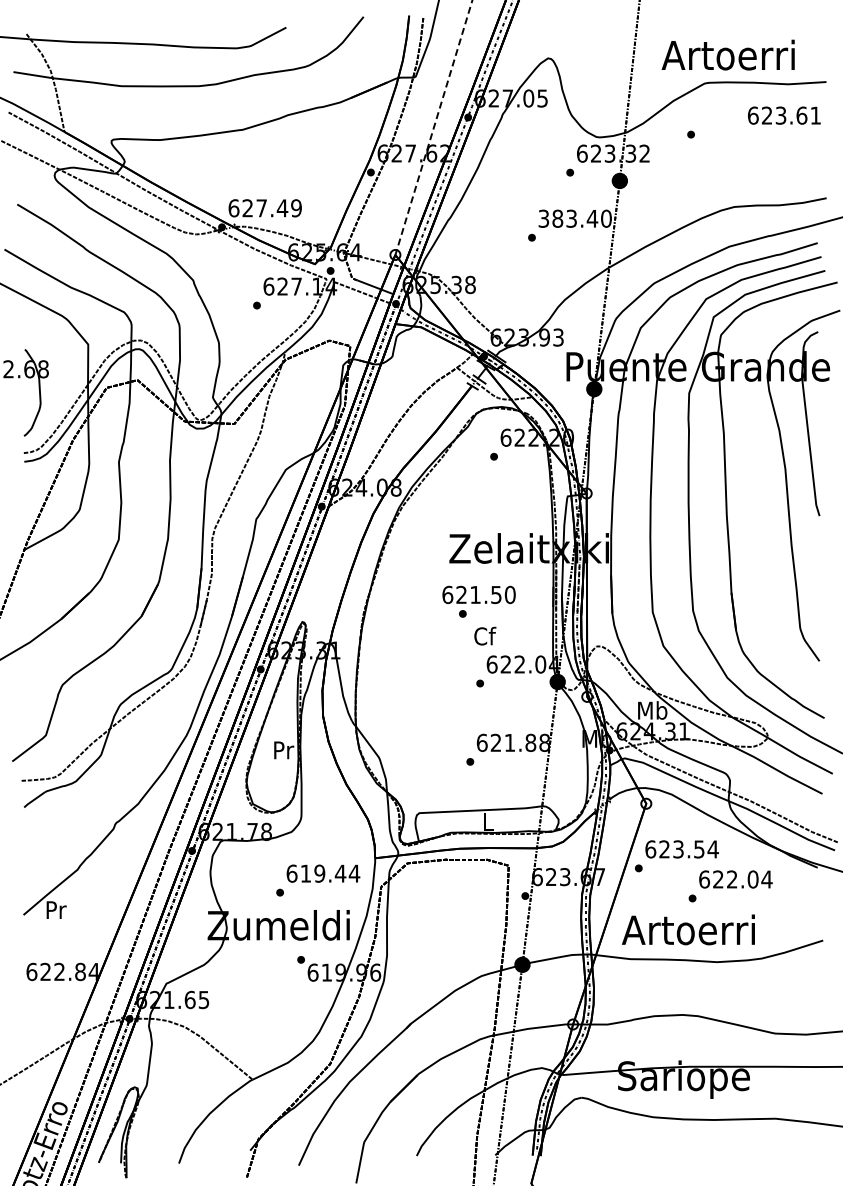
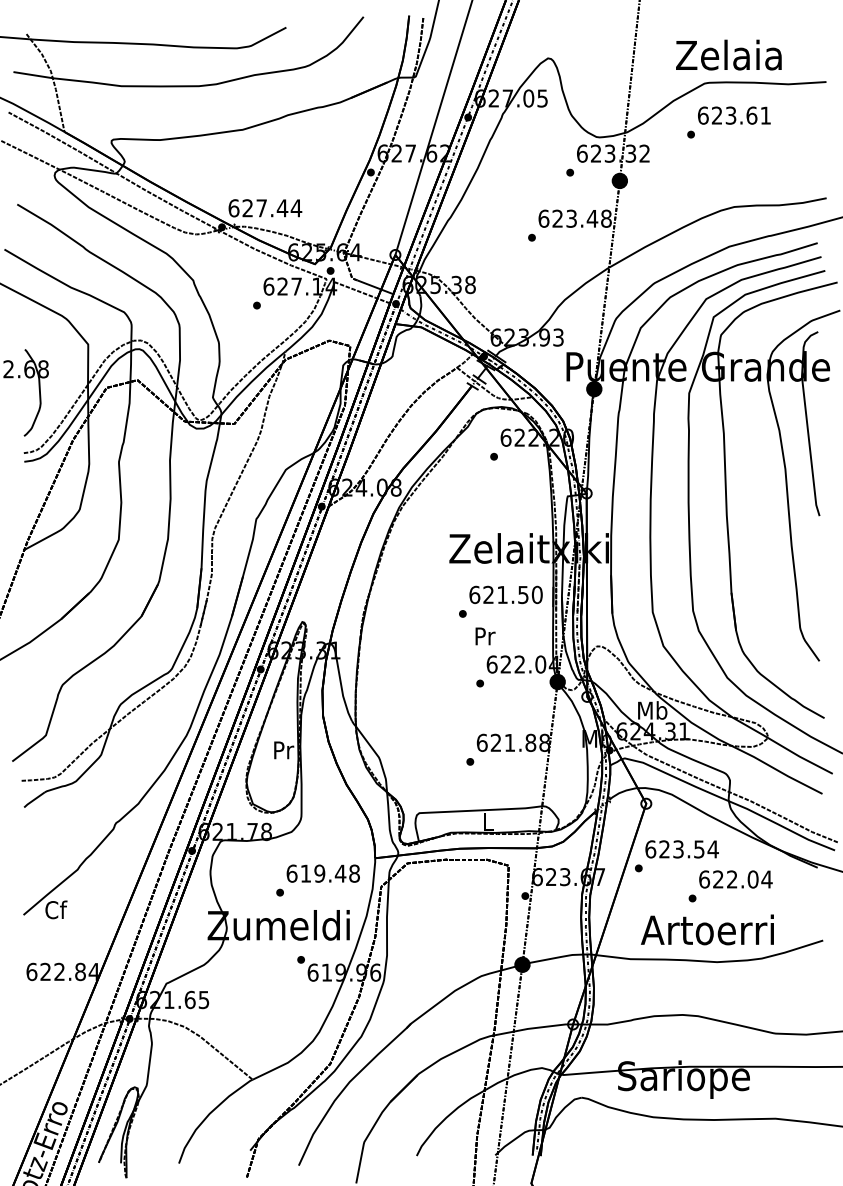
text at (727, 54): Artoerri -> Zelaia
text at (784, 115) position: (784, 115) -> (734, 115)
line at (433, 127): dashed -> solid
text at (296, 208): 627.49 -> 627.44
text at (574, 218): 383.40 -> 623.48
text at (478, 594) position: (478, 594) -> (505, 594)
text at (485, 635): Cf -> Pr
text at (354, 873): 619.44 -> 619.48
text at (56, 909): Pr -> Cf
text at (688, 929) position: (688, 929) -> (707, 929)
